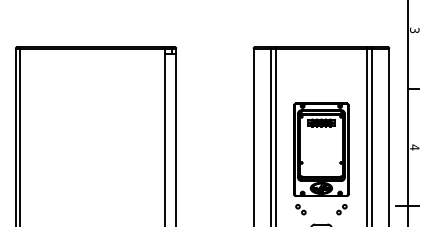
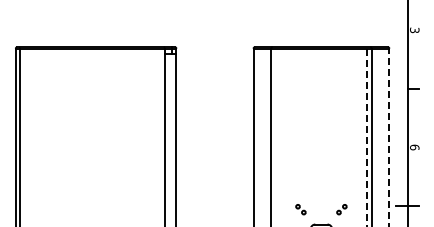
line at (275, 135): present -> none
line at (366, 137): solid -> dashed
line at (389, 137): solid -> dashed
text at (414, 147): 4 -> 6
part at (321, 149): present -> none
